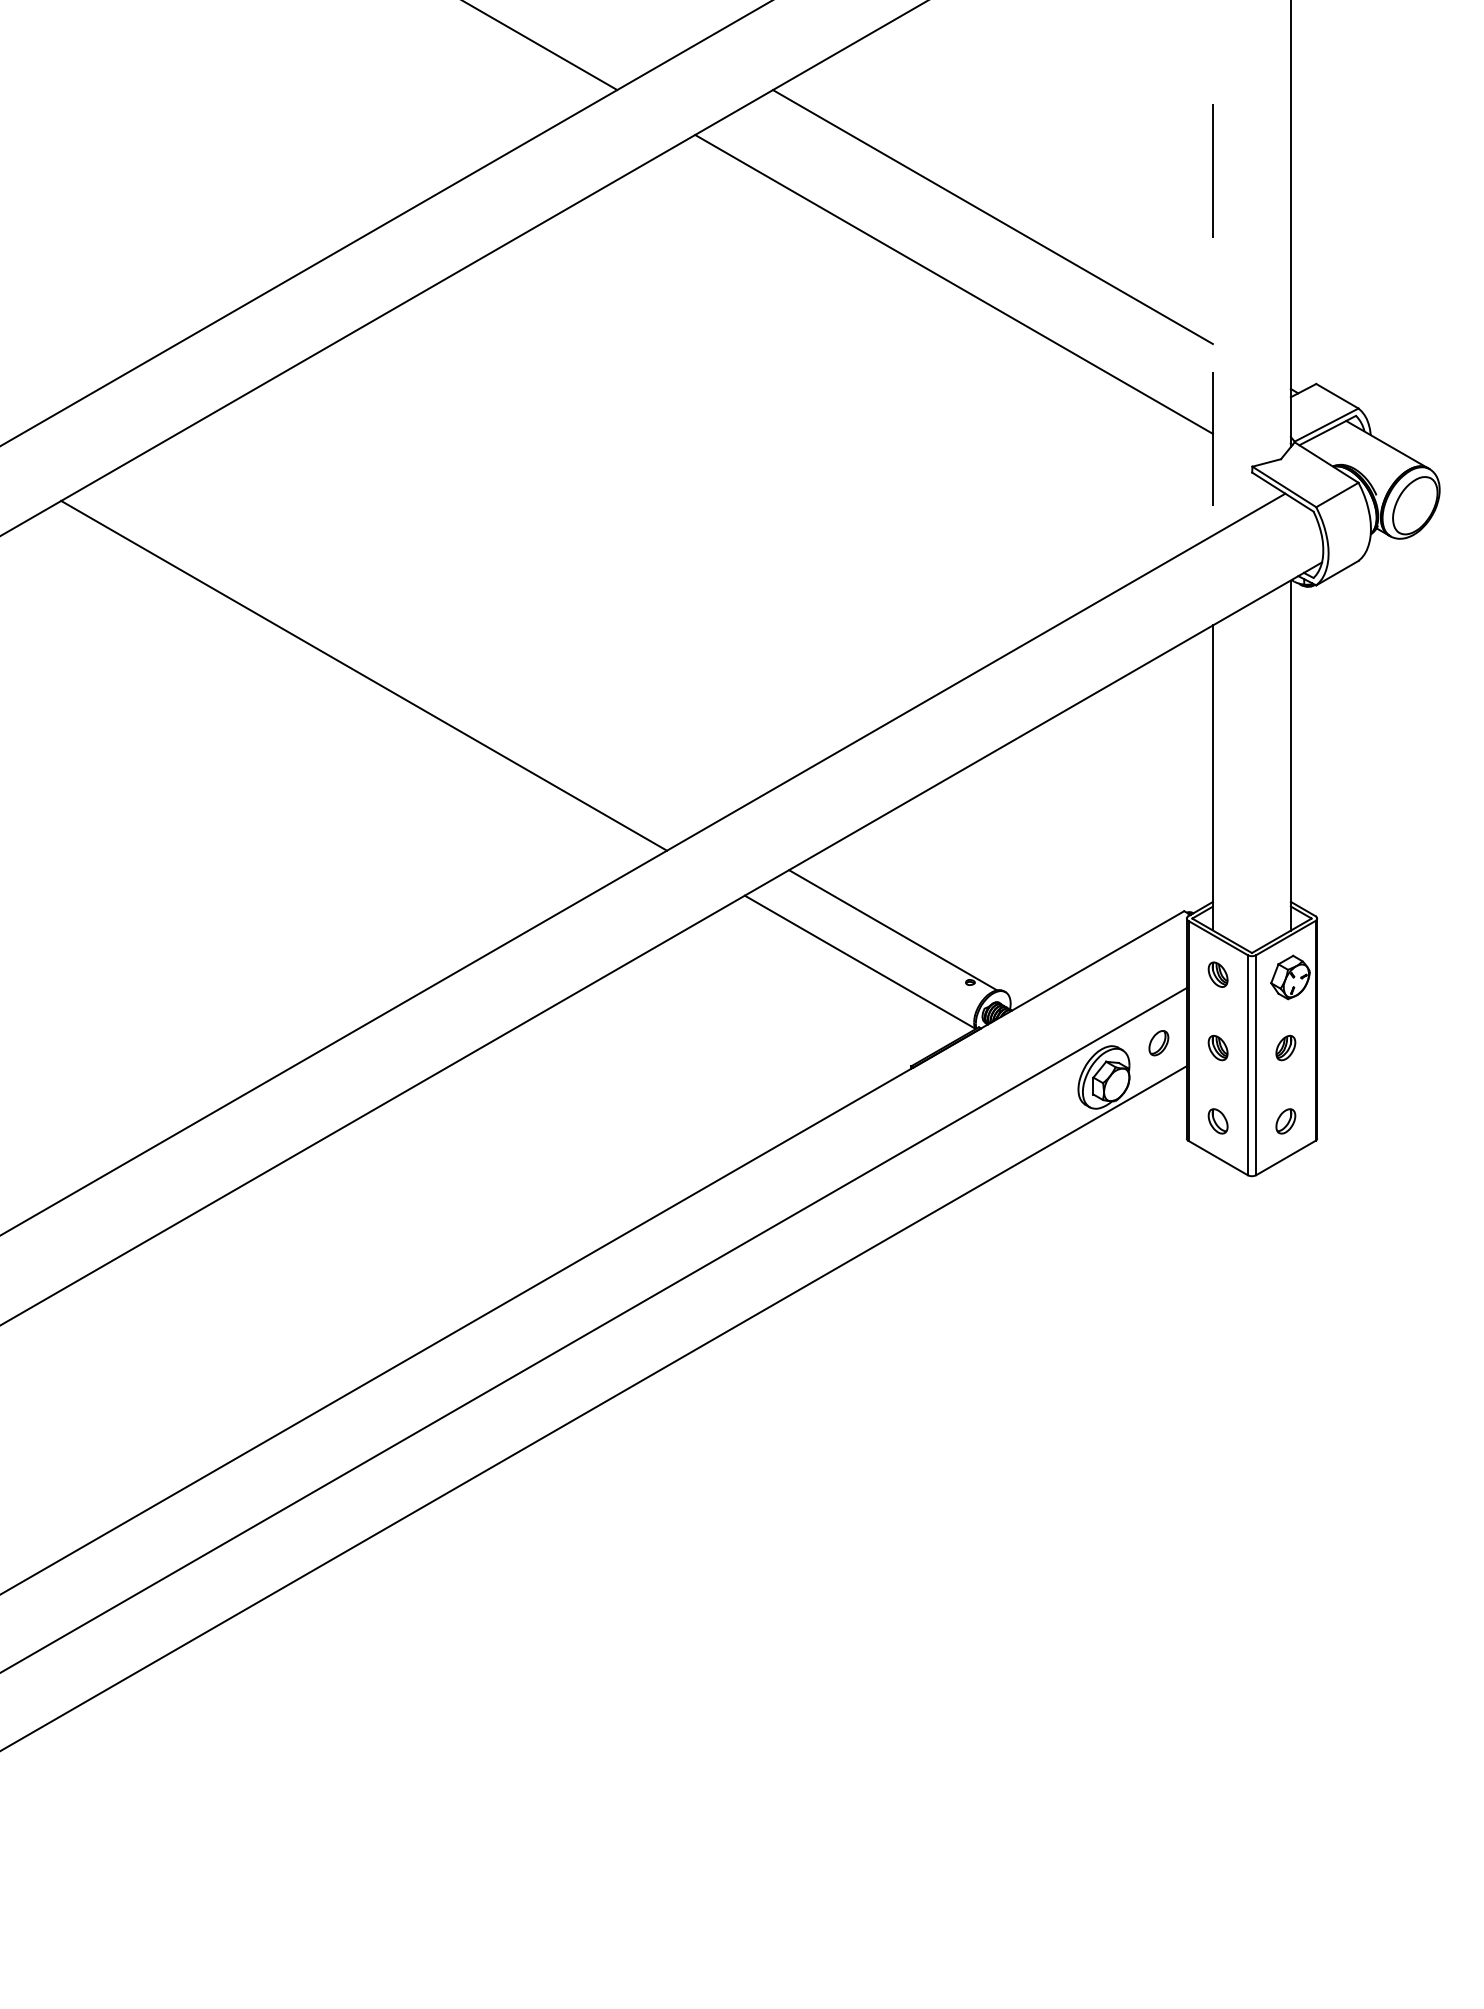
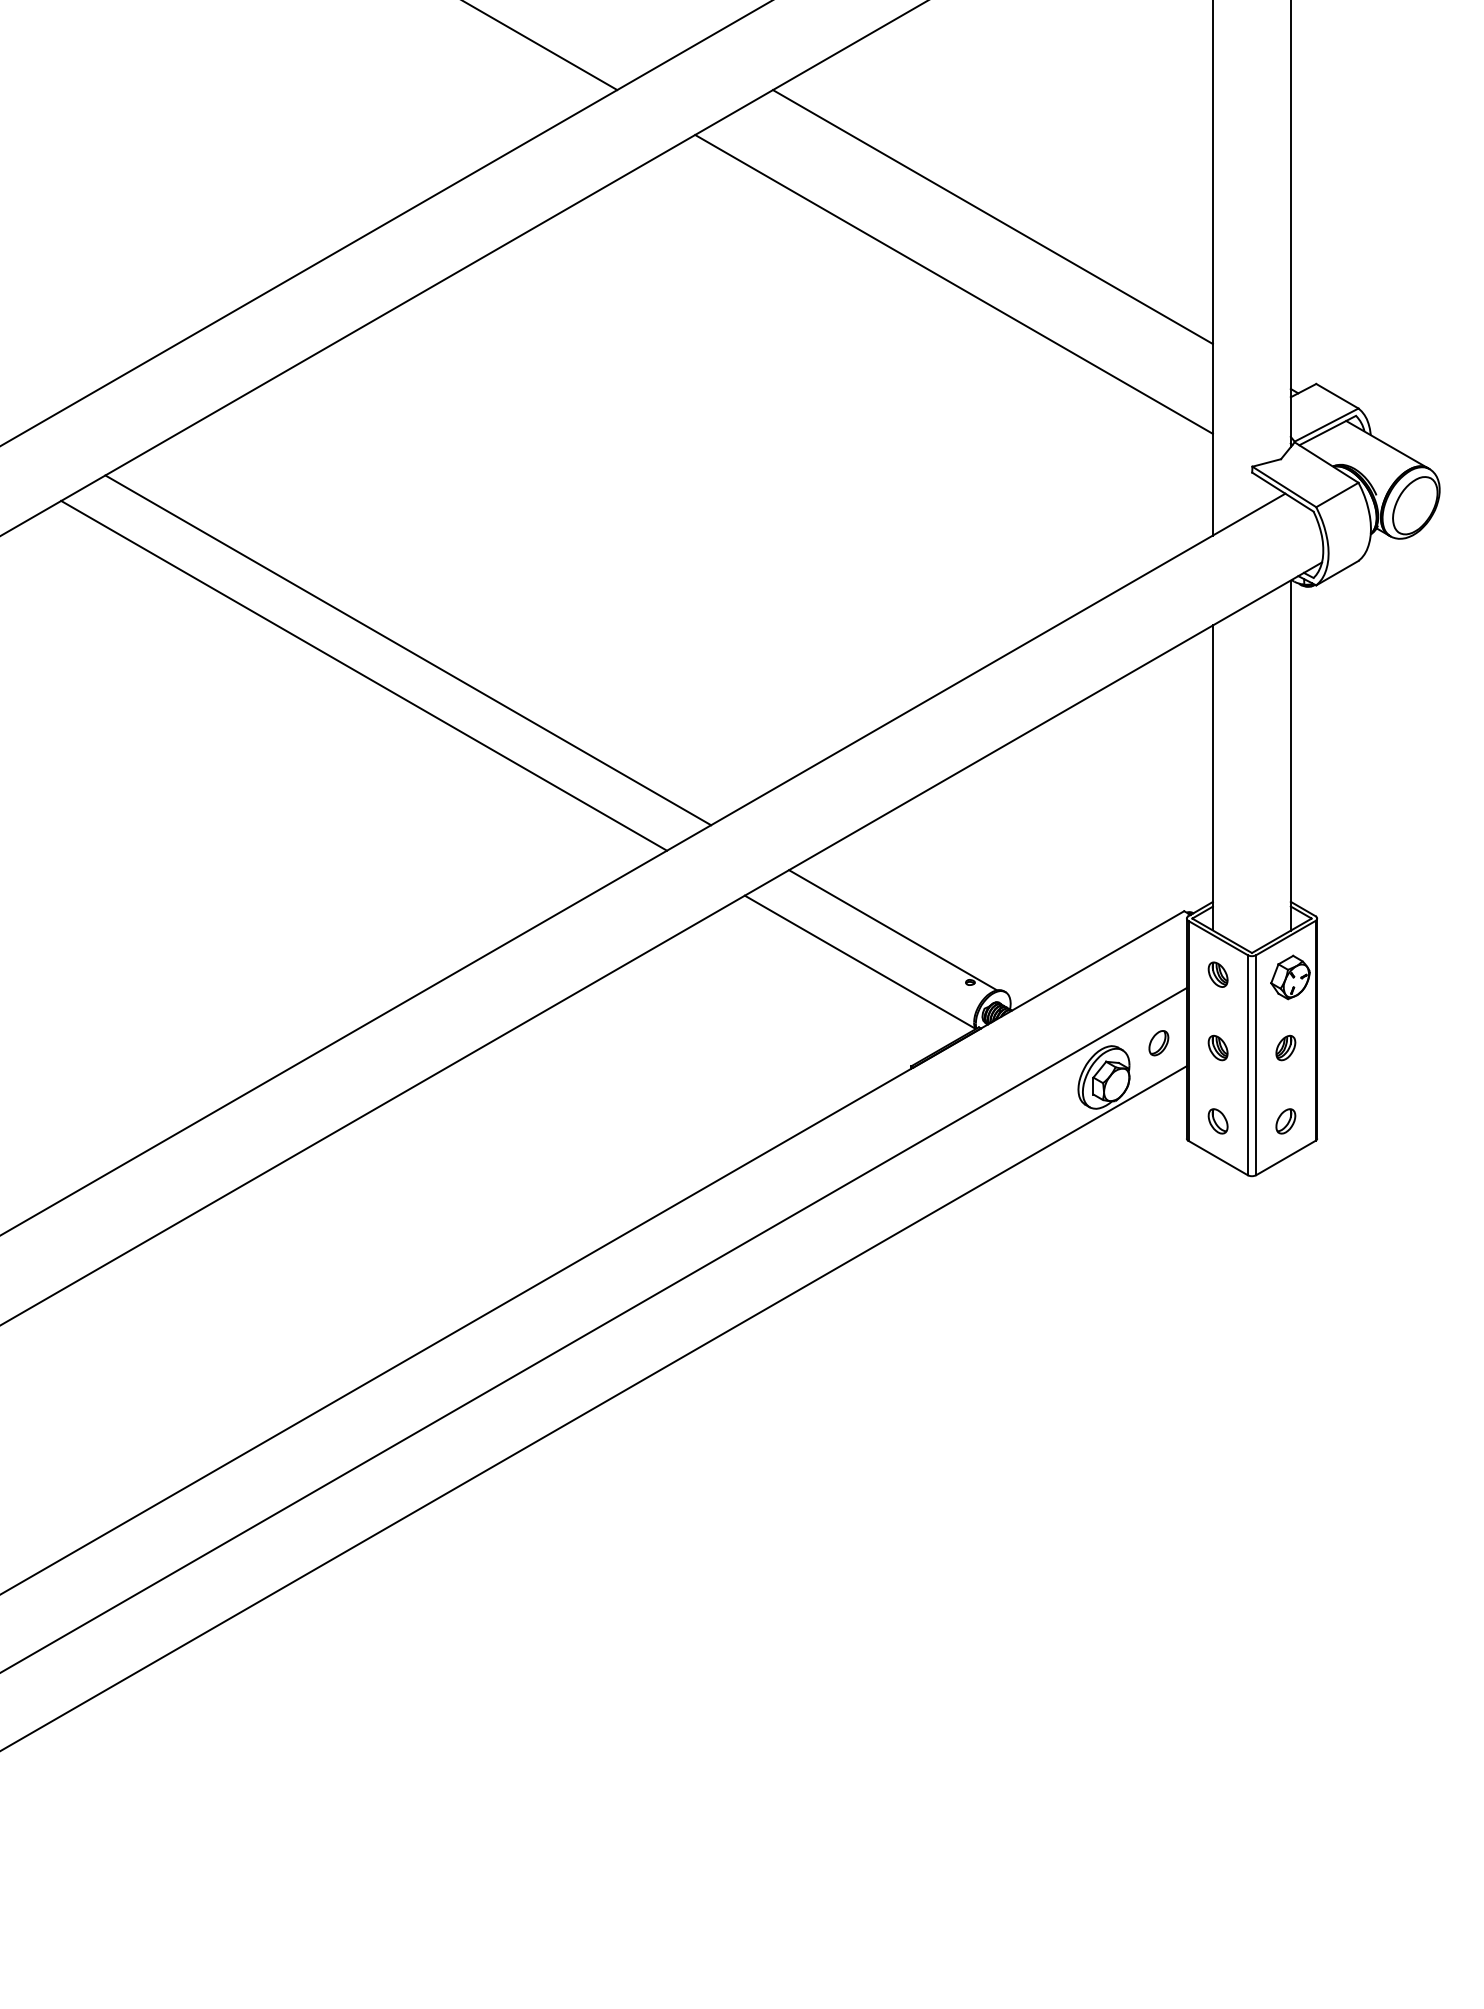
line at (1212, 268): dashed -> solid
line at (408, 650): none -> present
